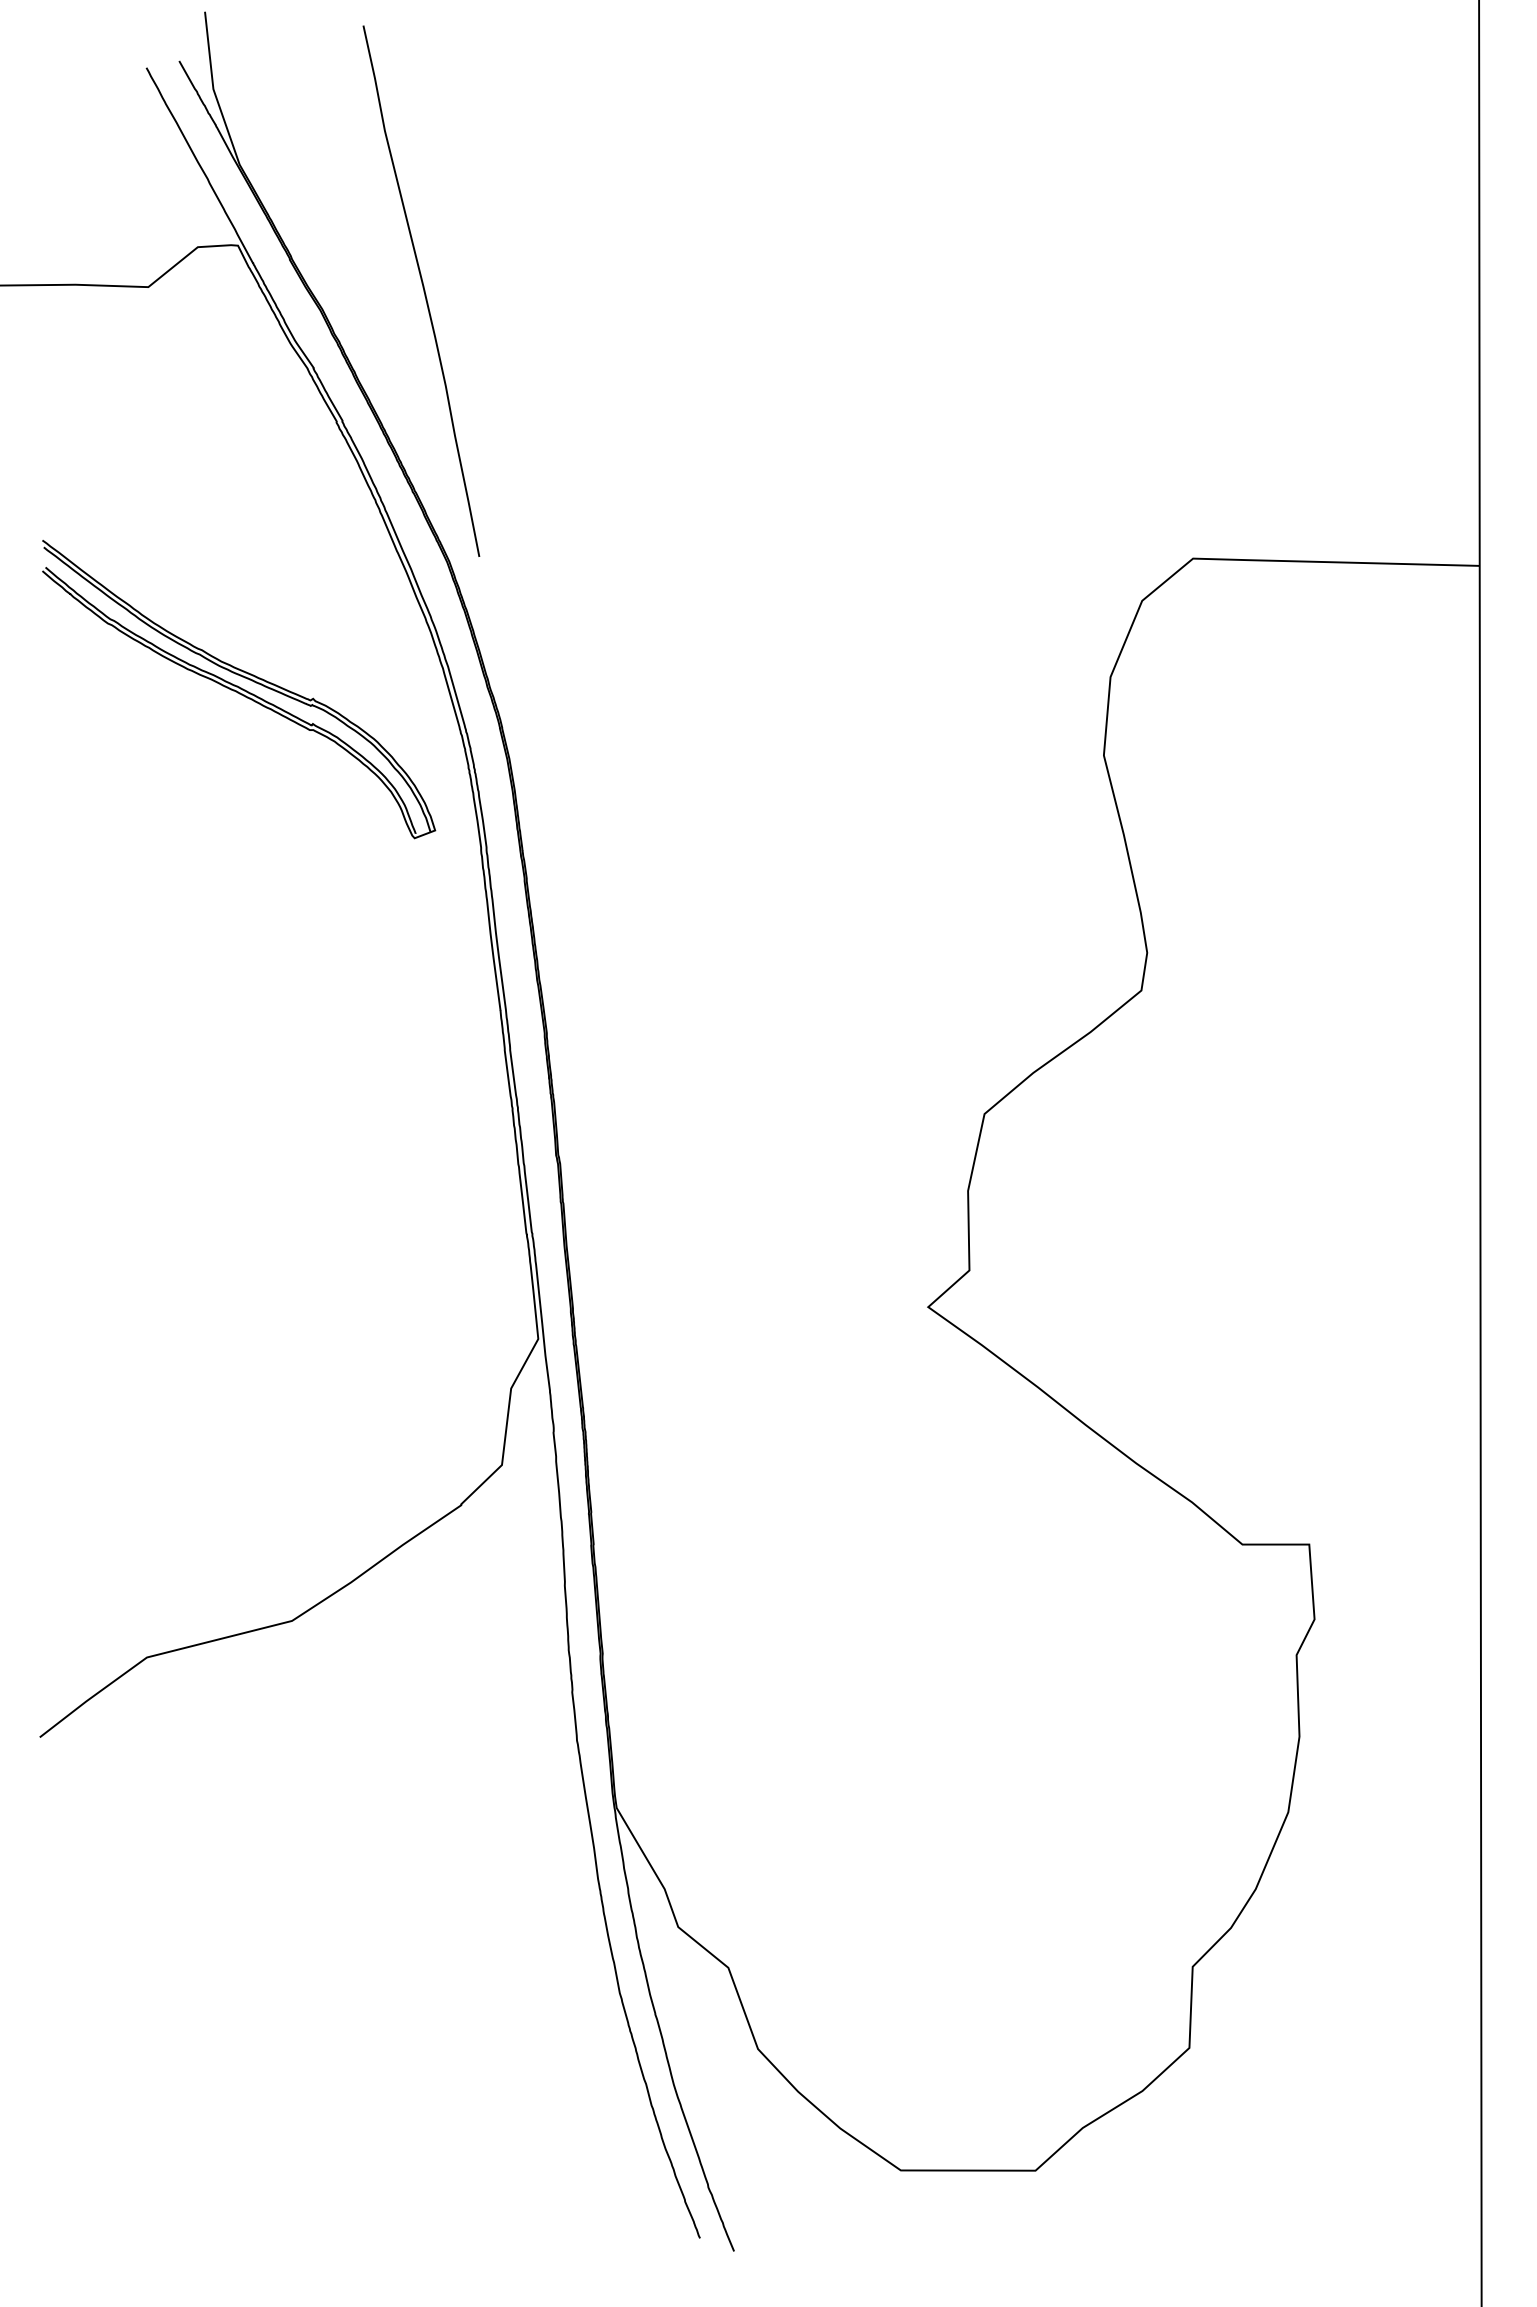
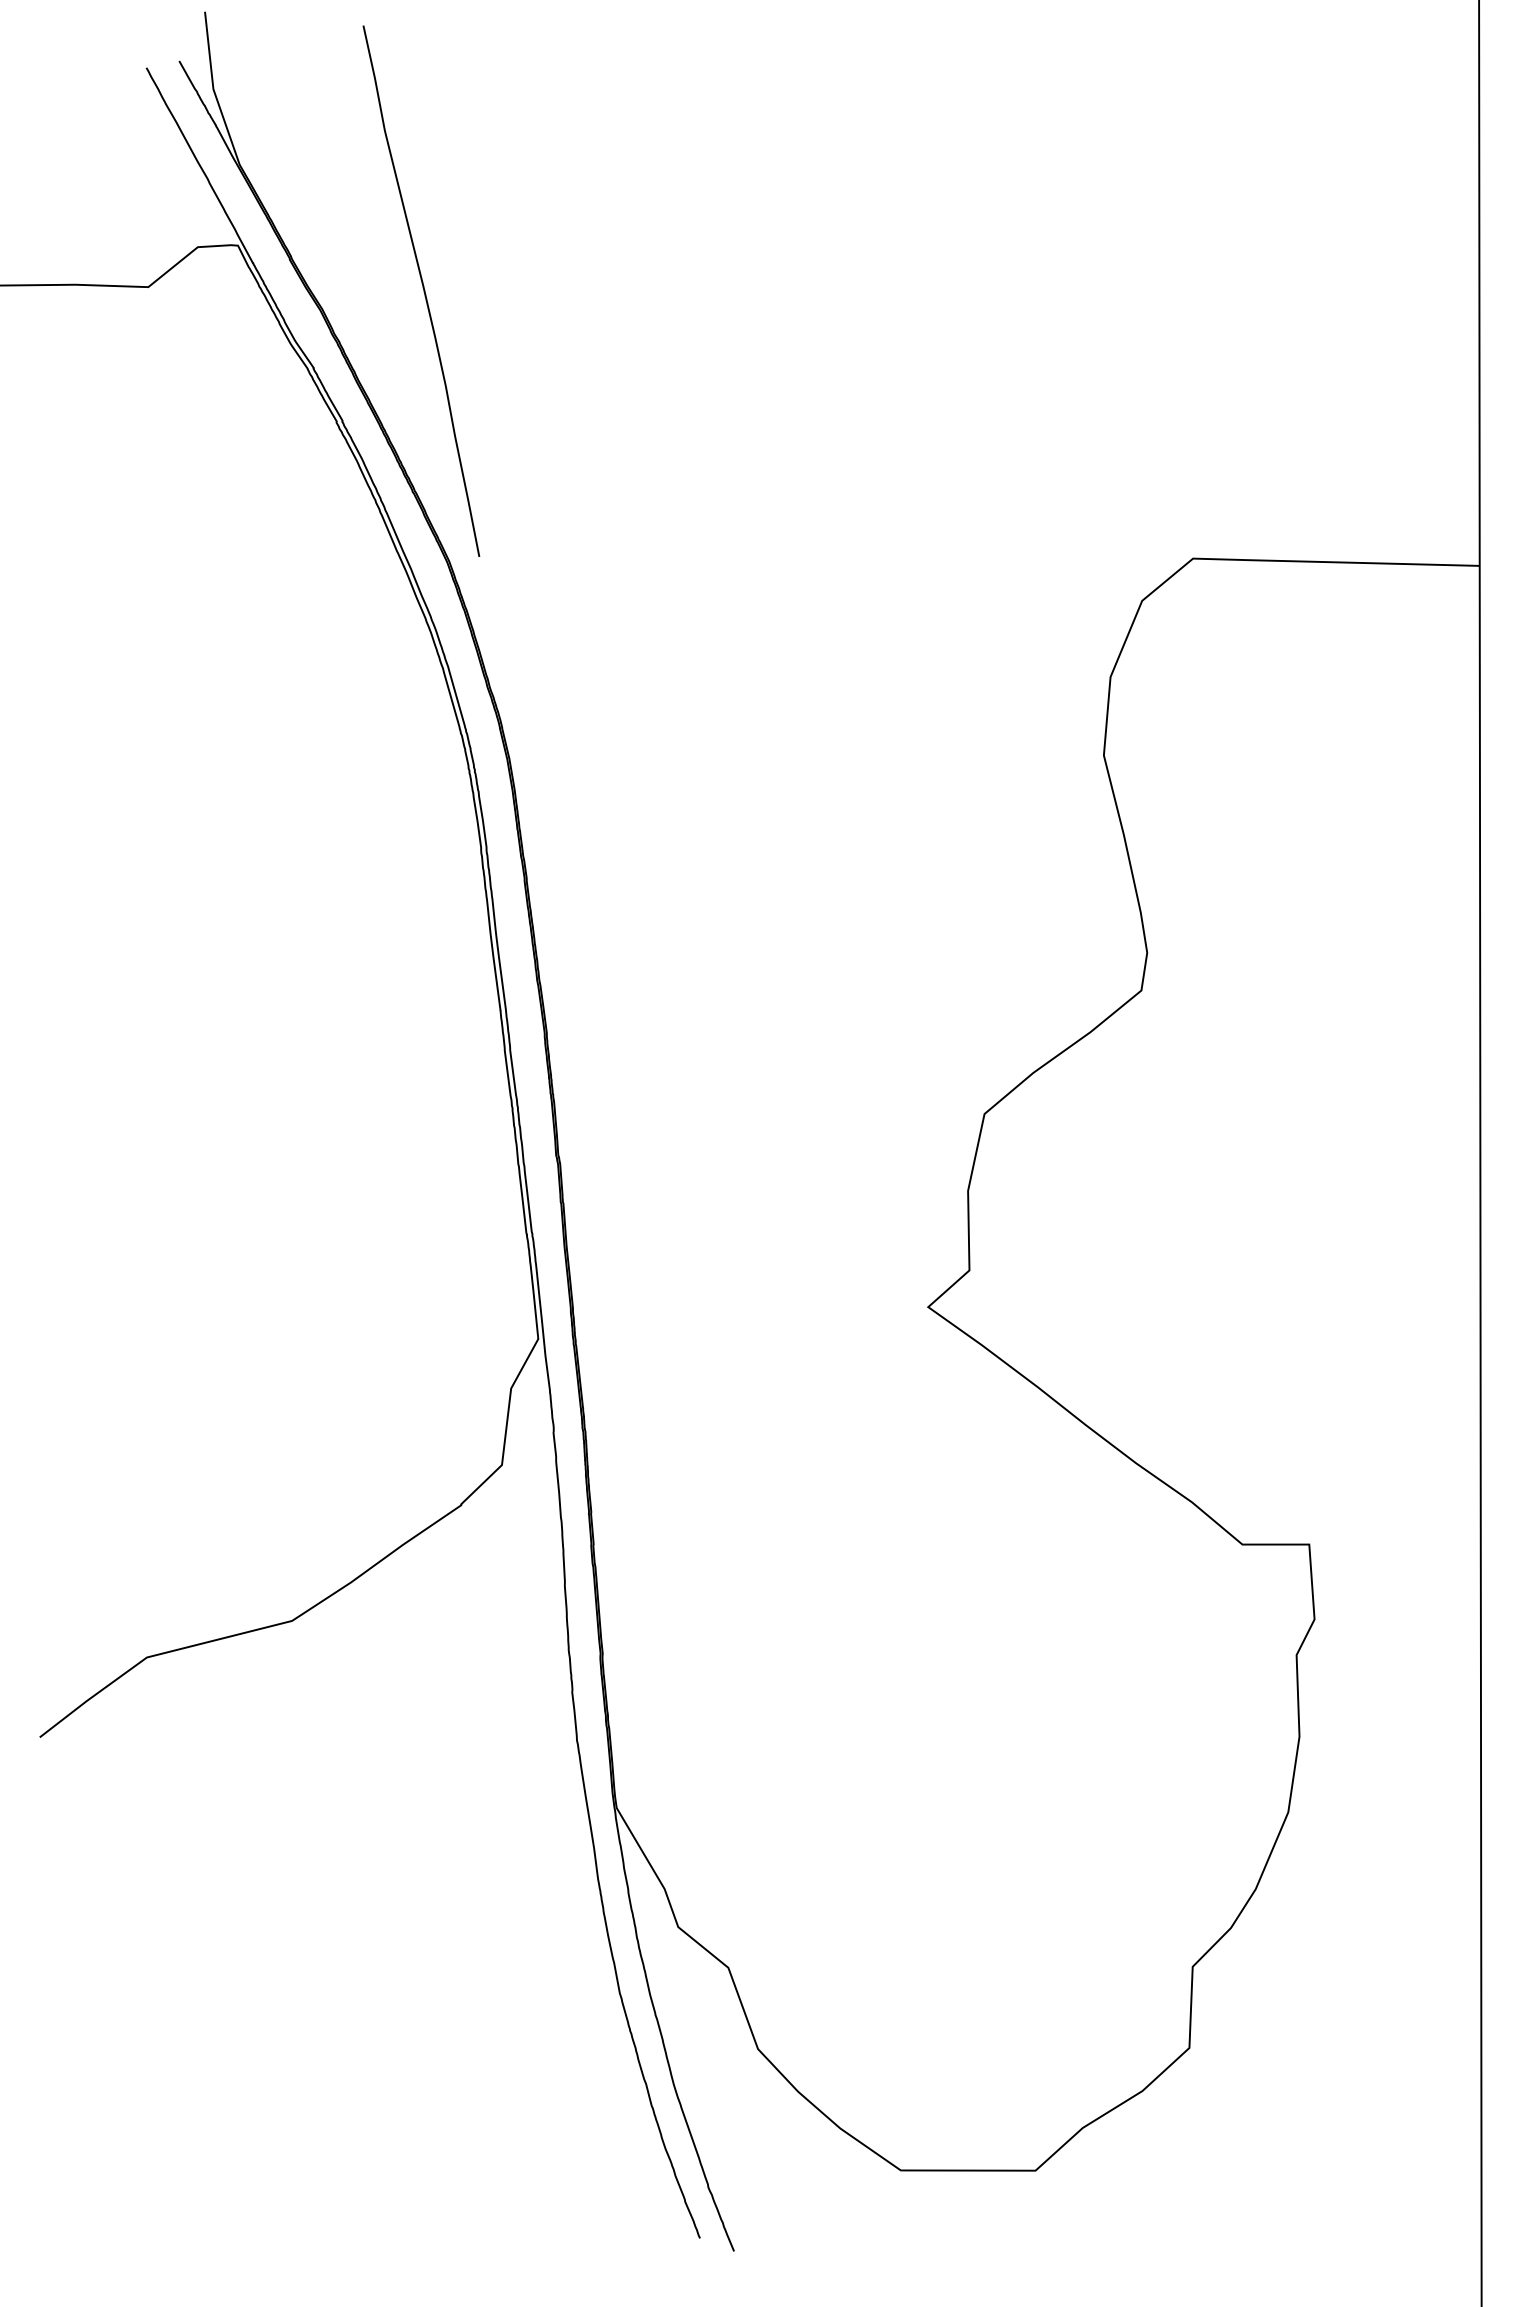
part at (239, 689): present -> none
